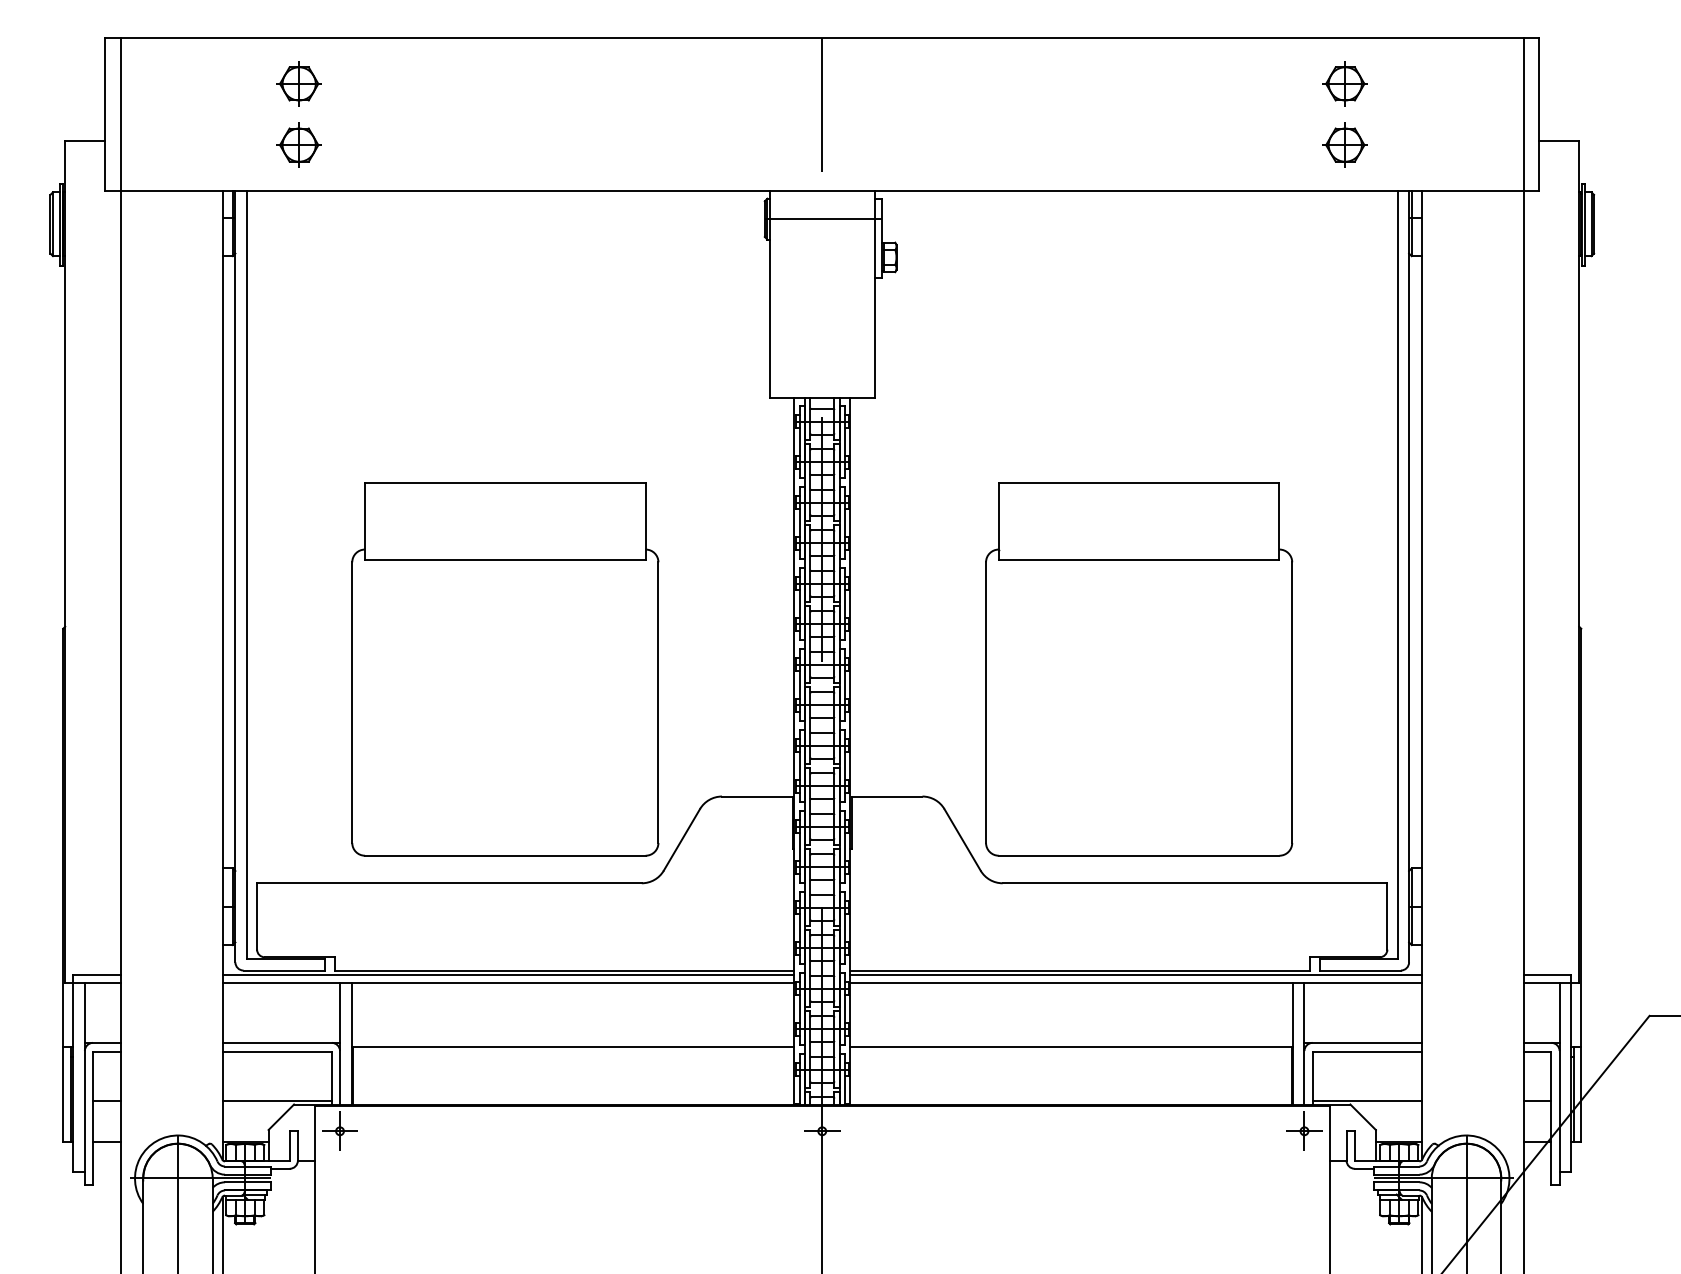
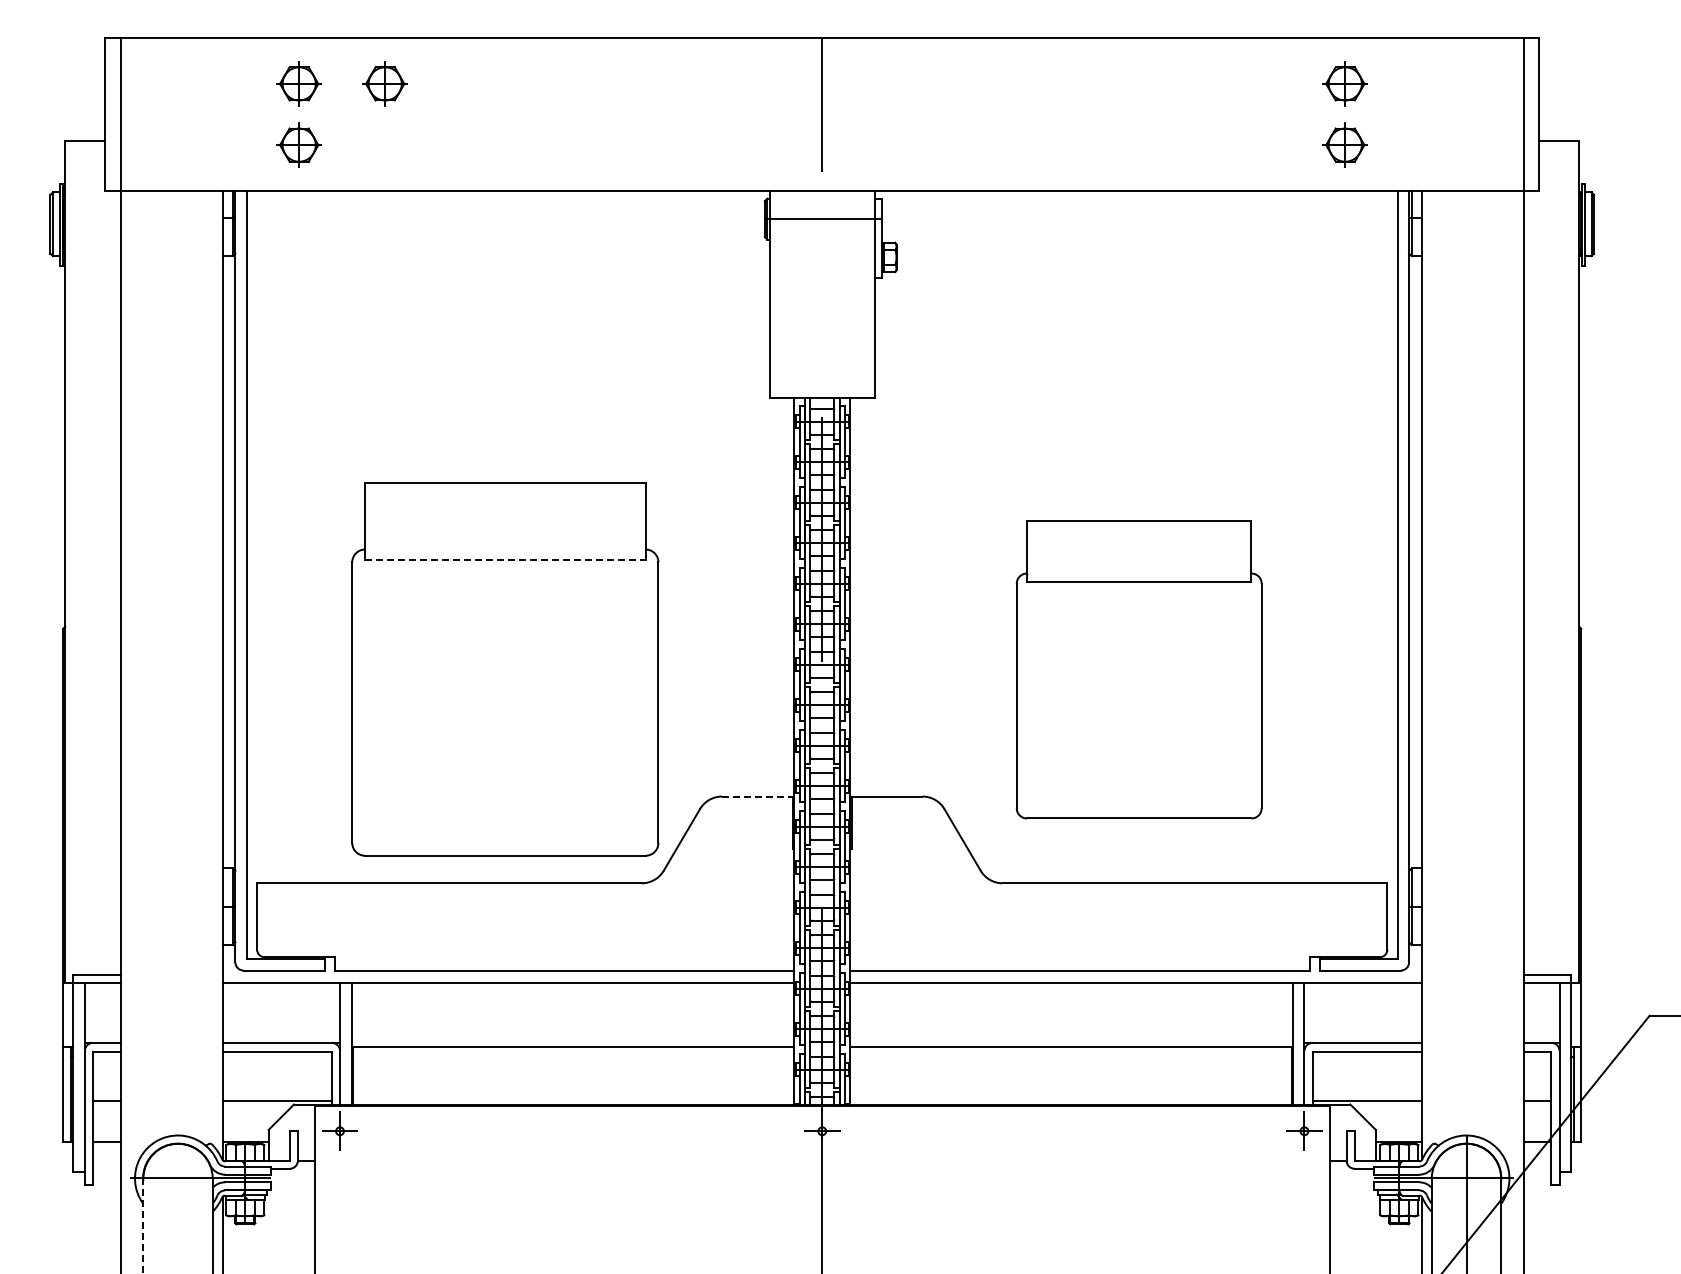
part at (384, 83): none -> present
line at (505, 559): solid -> dashed
part at (1139, 669) size: 309x375 px -> 248x300 px
line at (757, 796): solid -> dashed
line at (508, 975): present -> none
line at (1135, 975): present -> none
line at (178, 1202): present -> none
line at (143, 1226): solid -> dashed
